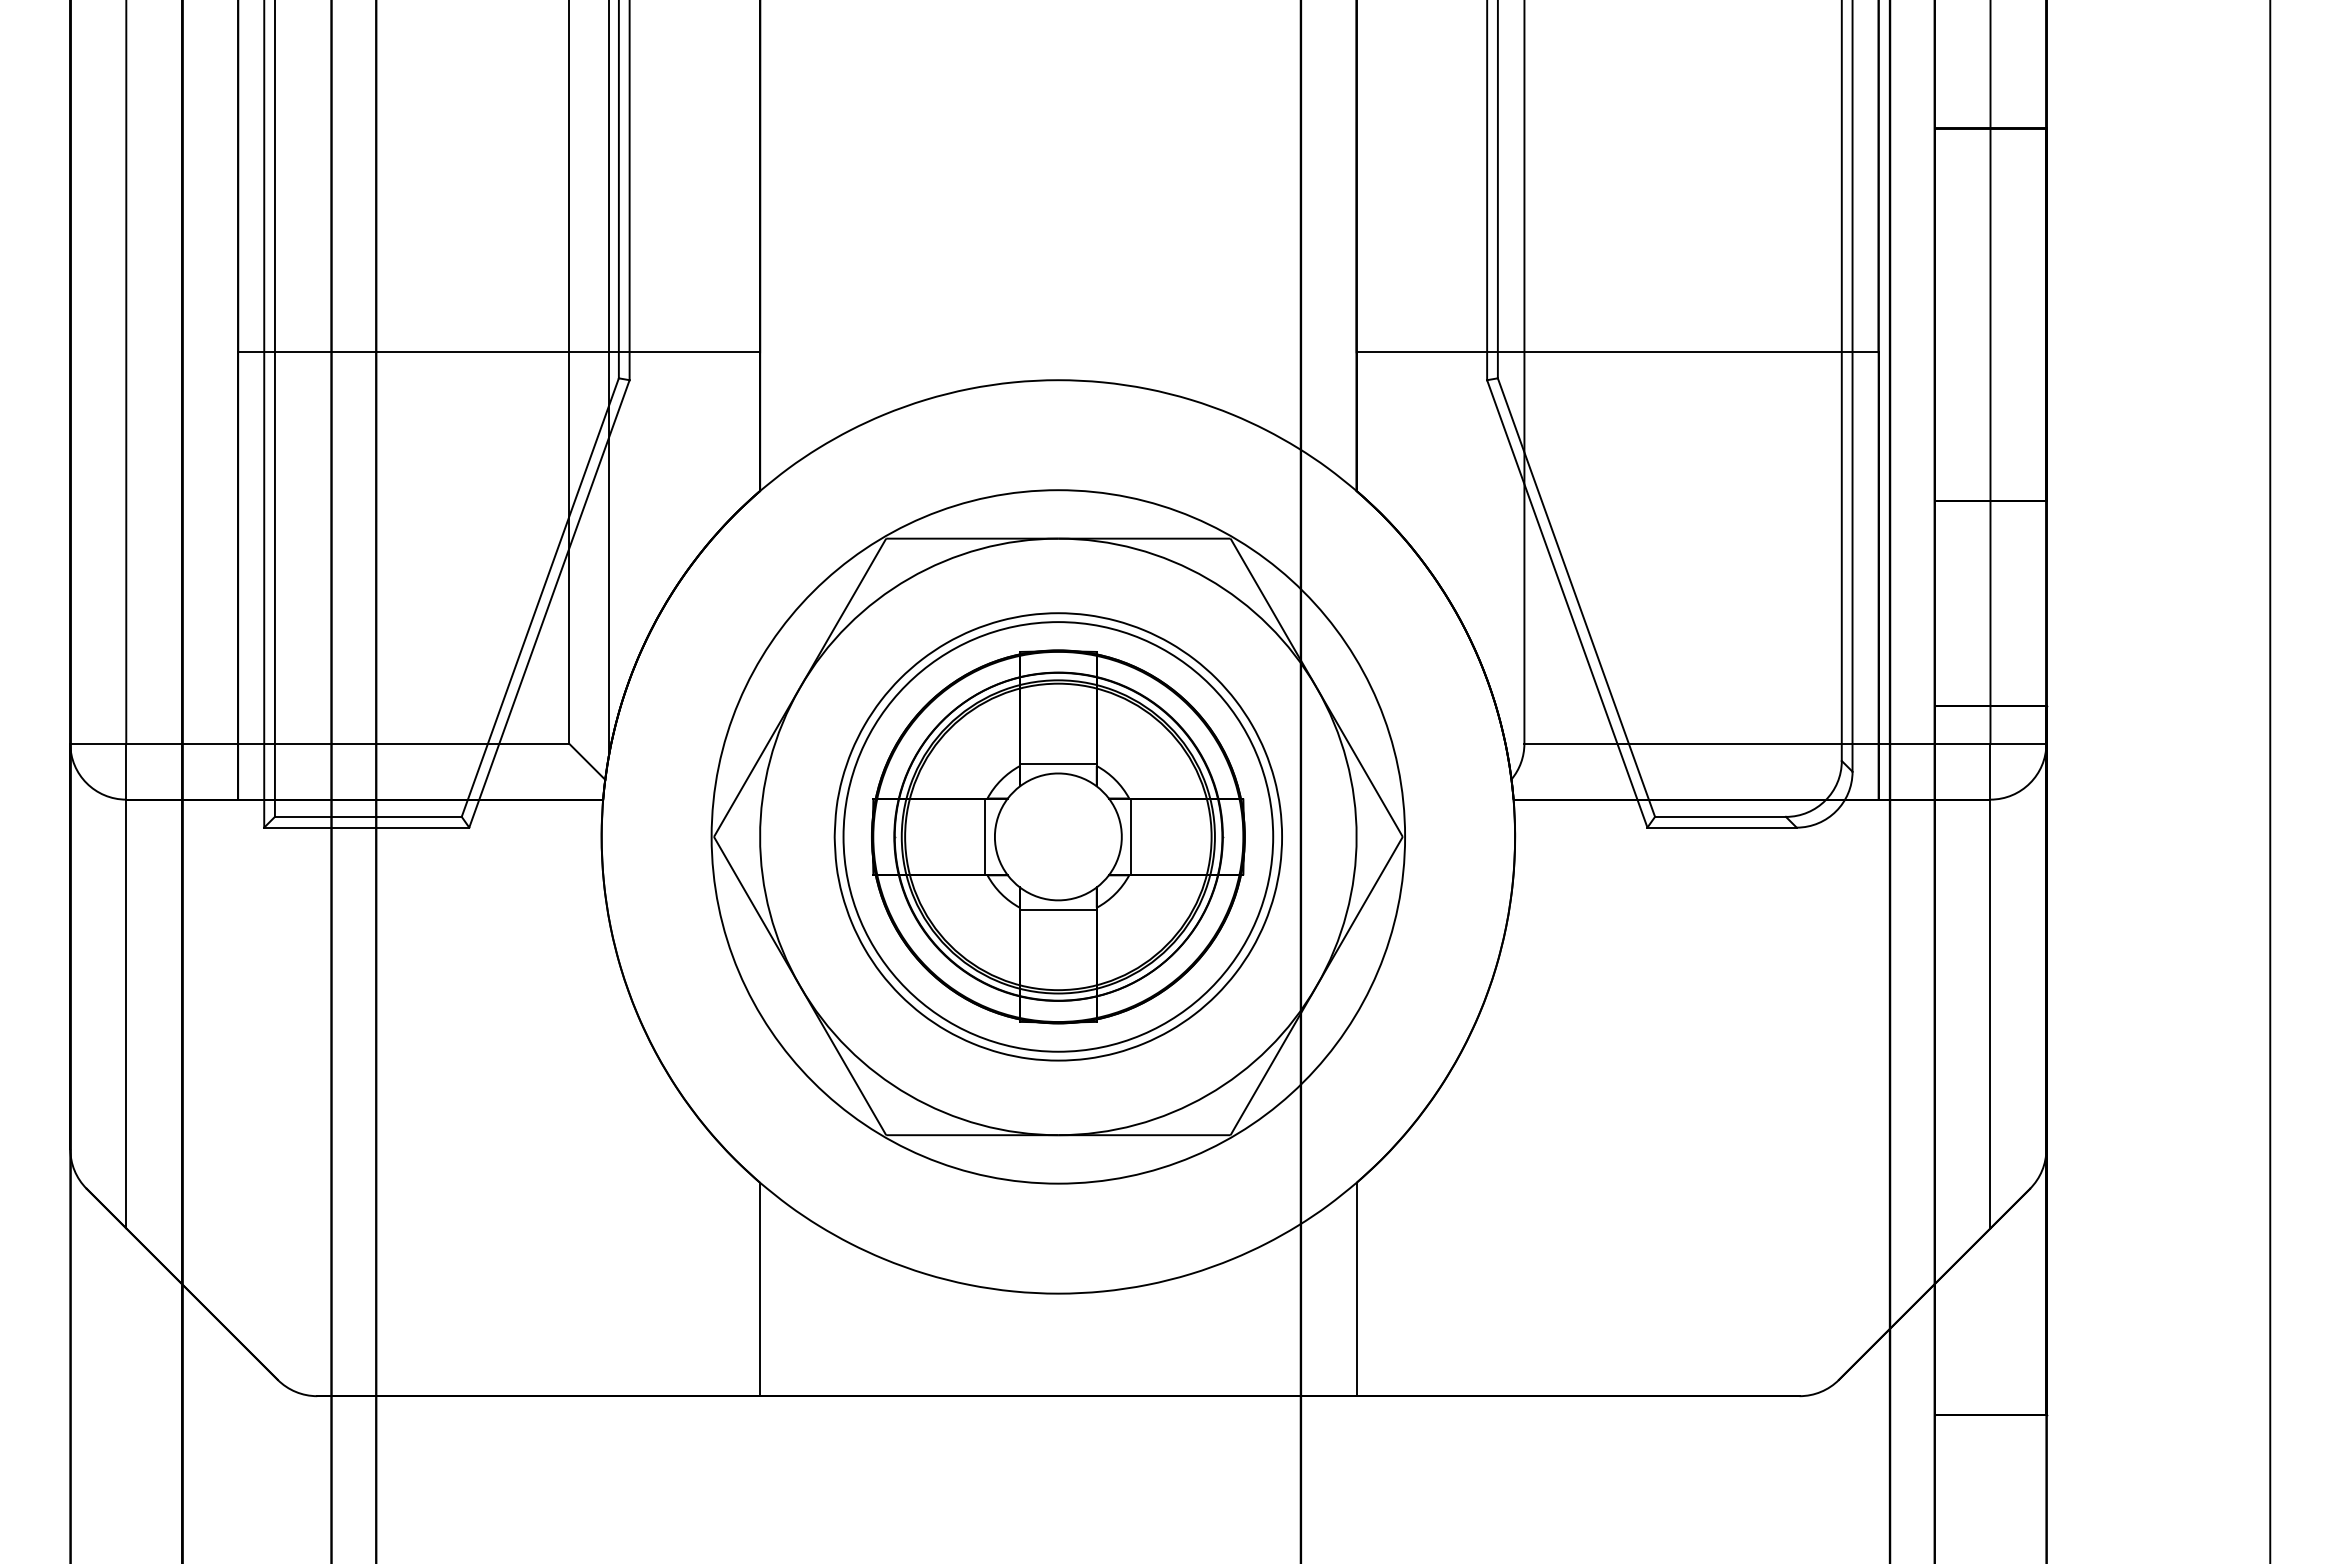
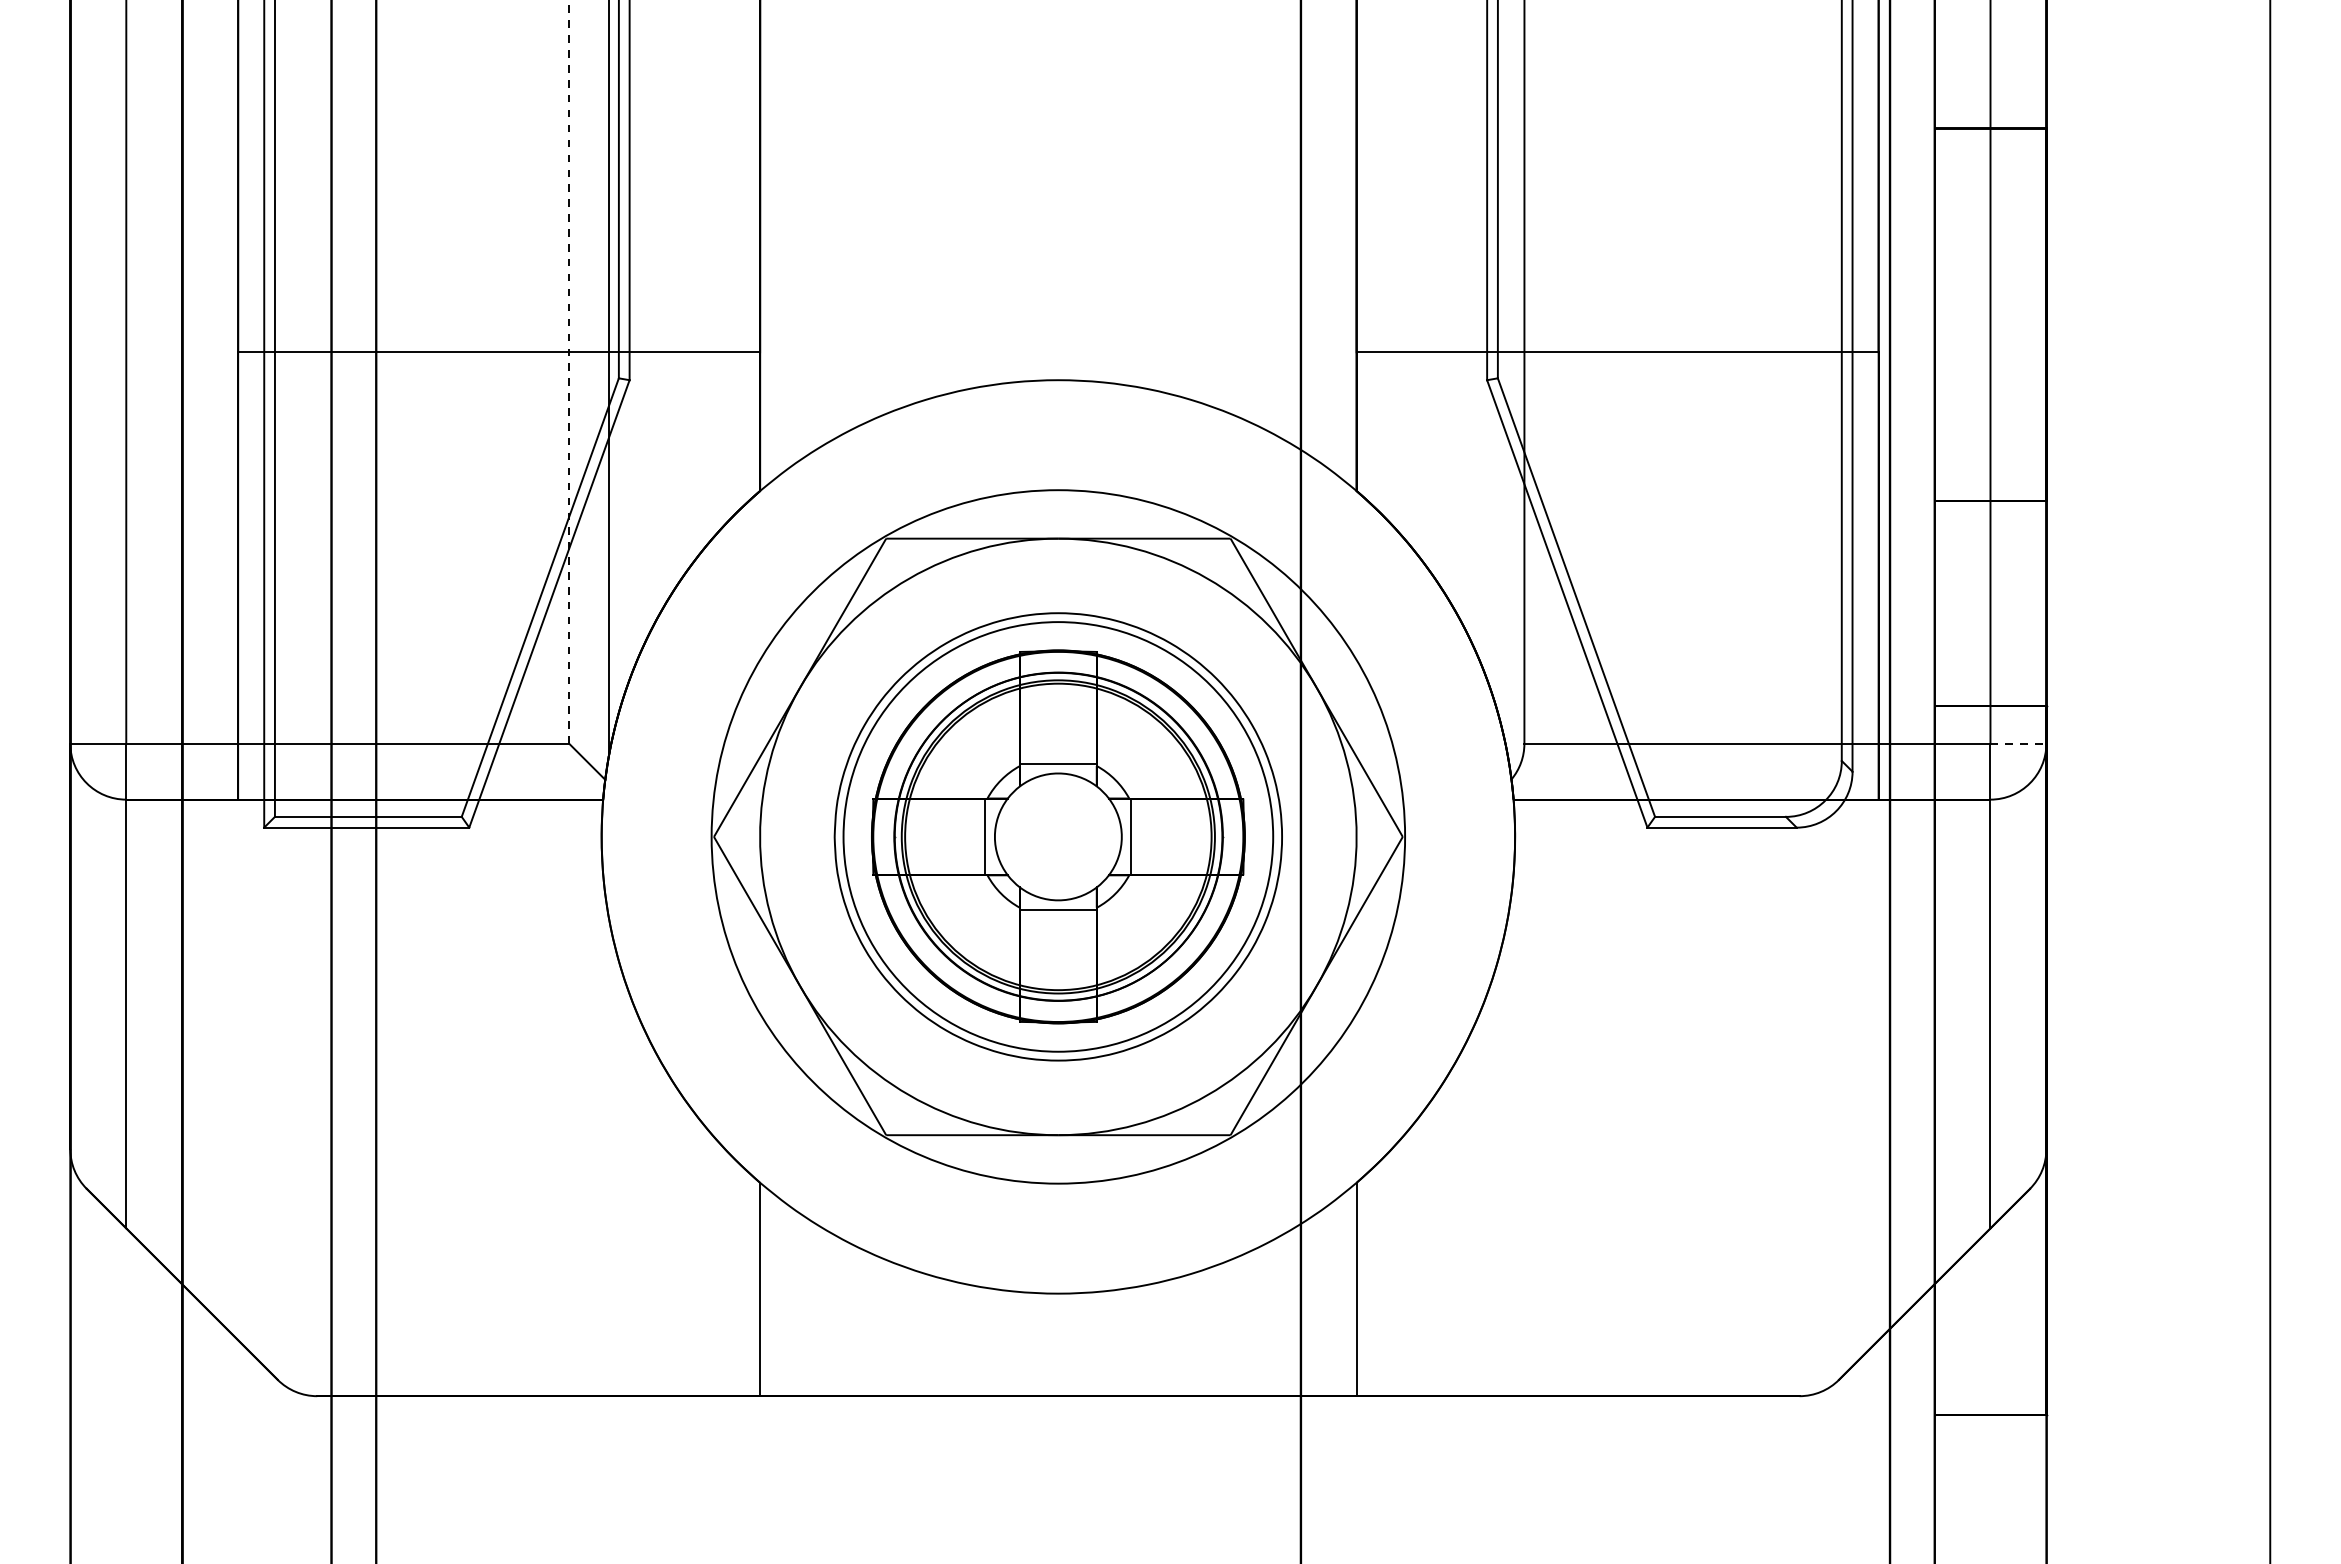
line at (569, 371): solid -> dashed
line at (2018, 743): solid -> dashed
